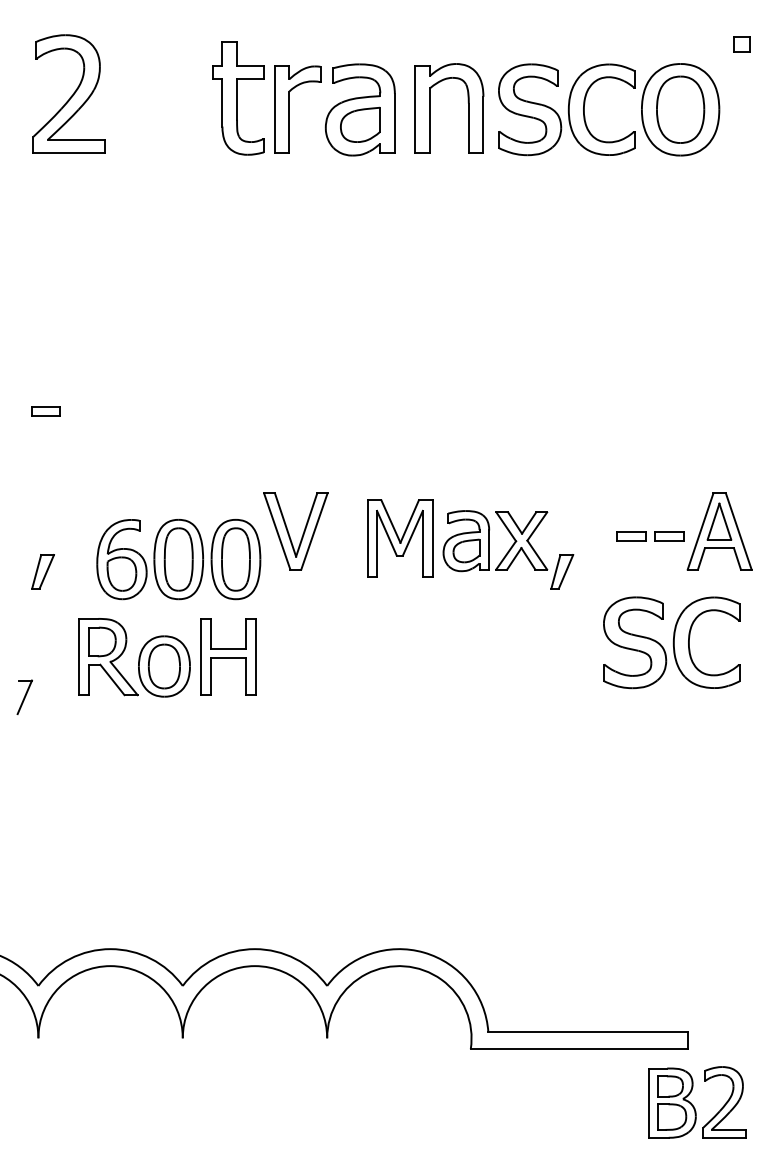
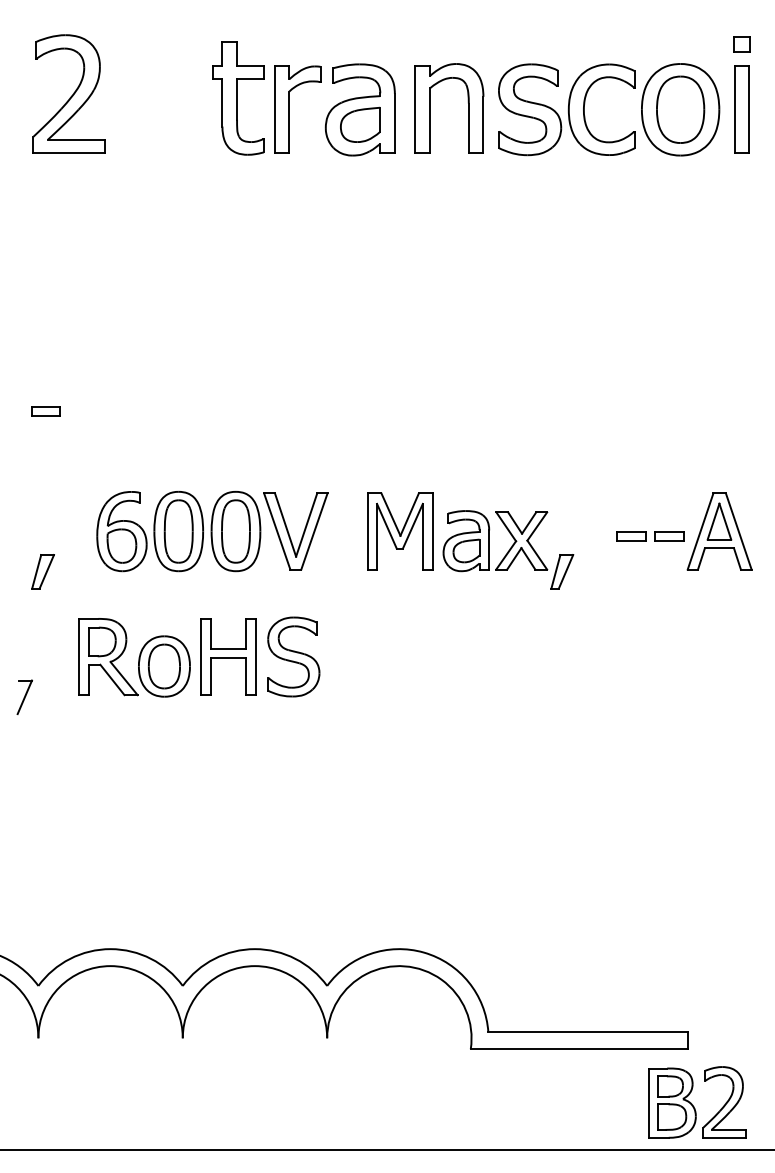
part at (741, 109): none -> present
part at (400, 538) position: (400, 538) -> (400, 531)
part at (178, 559) position: (178, 559) -> (178, 531)
part at (671, 642): present -> none
part at (293, 656): none -> present
line at (386, 1150): none -> present
